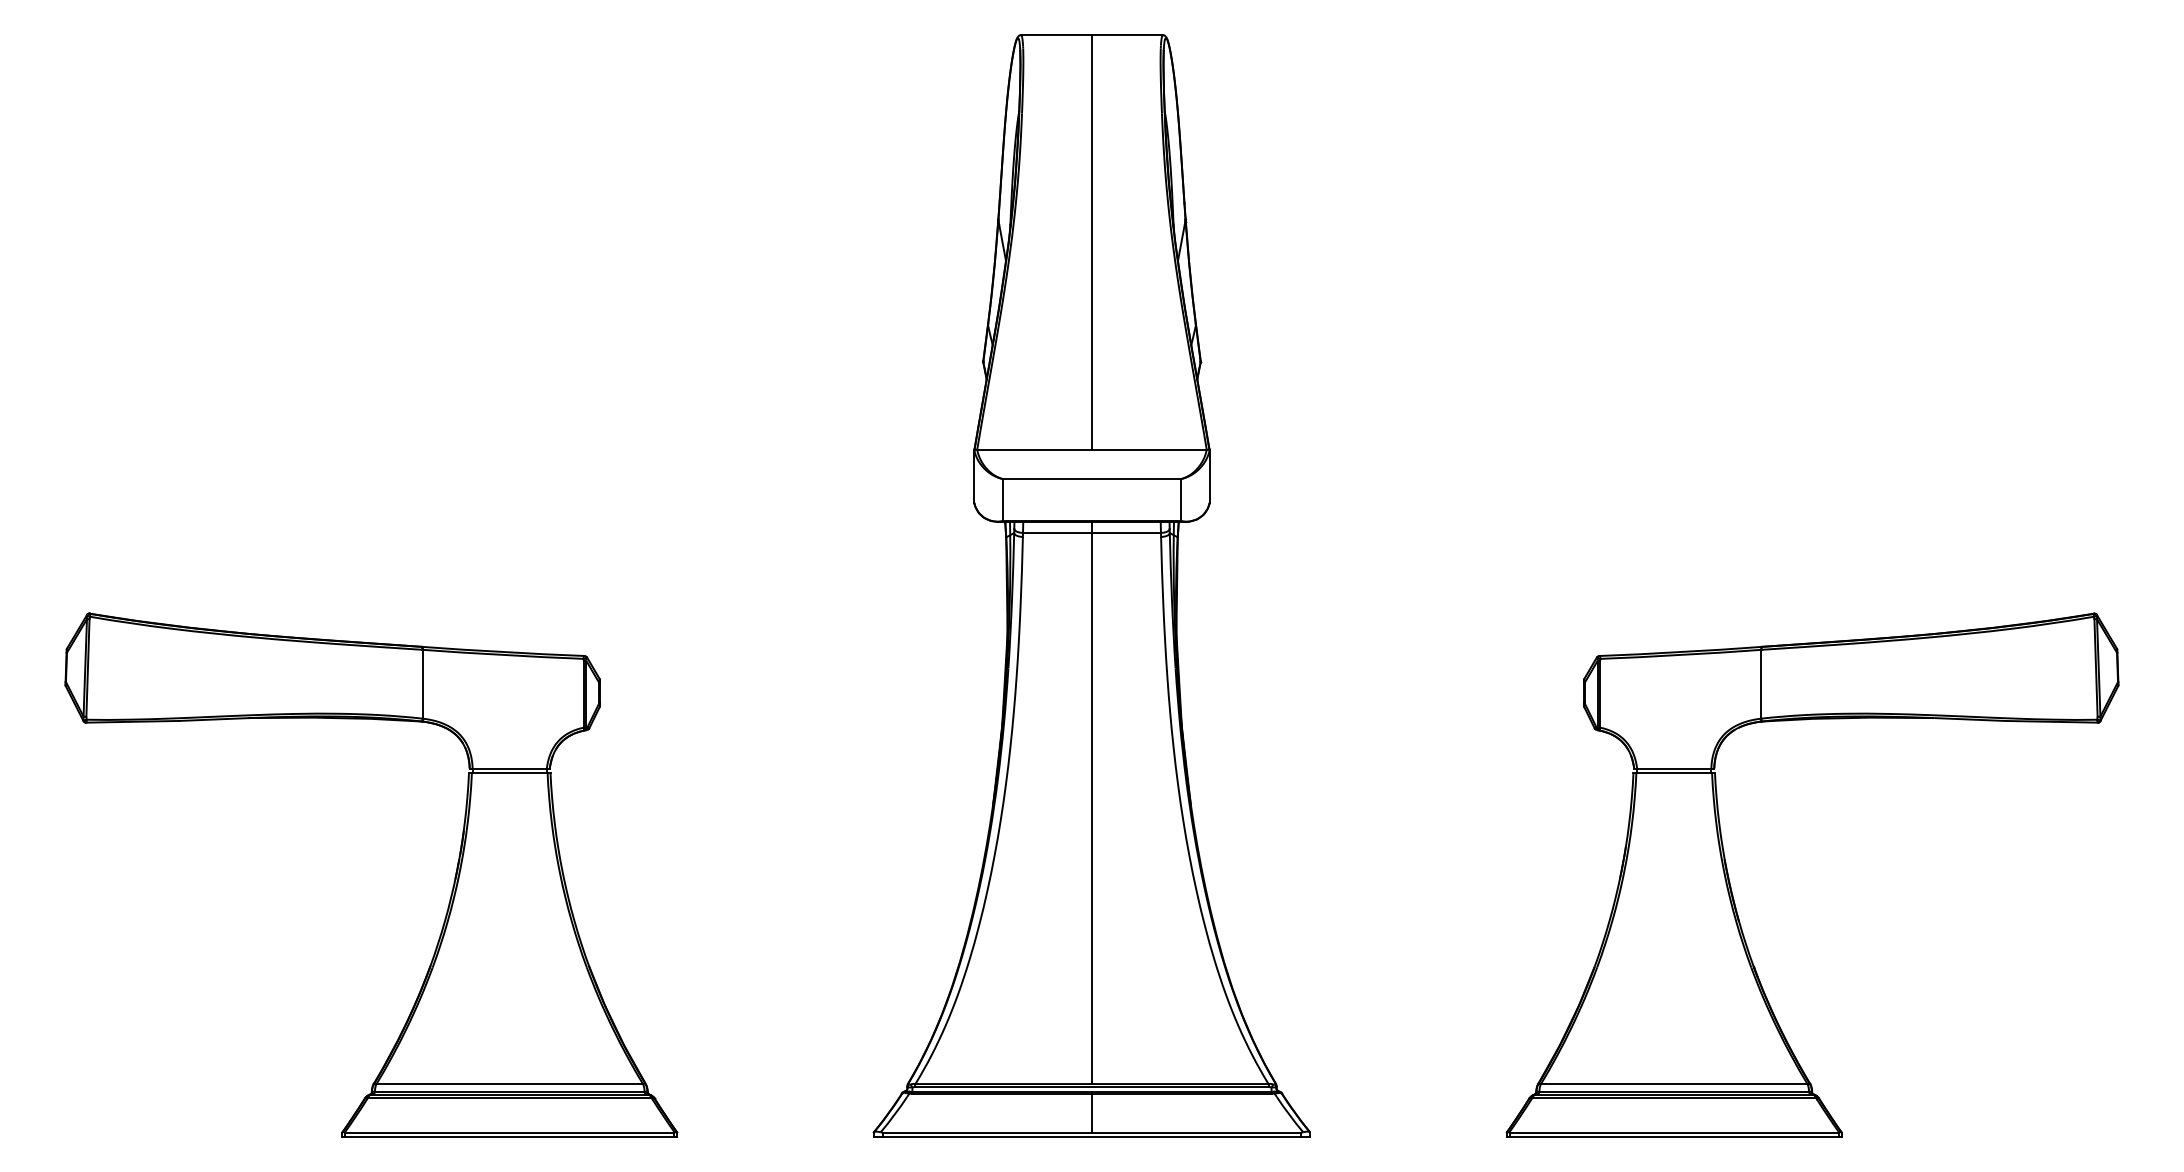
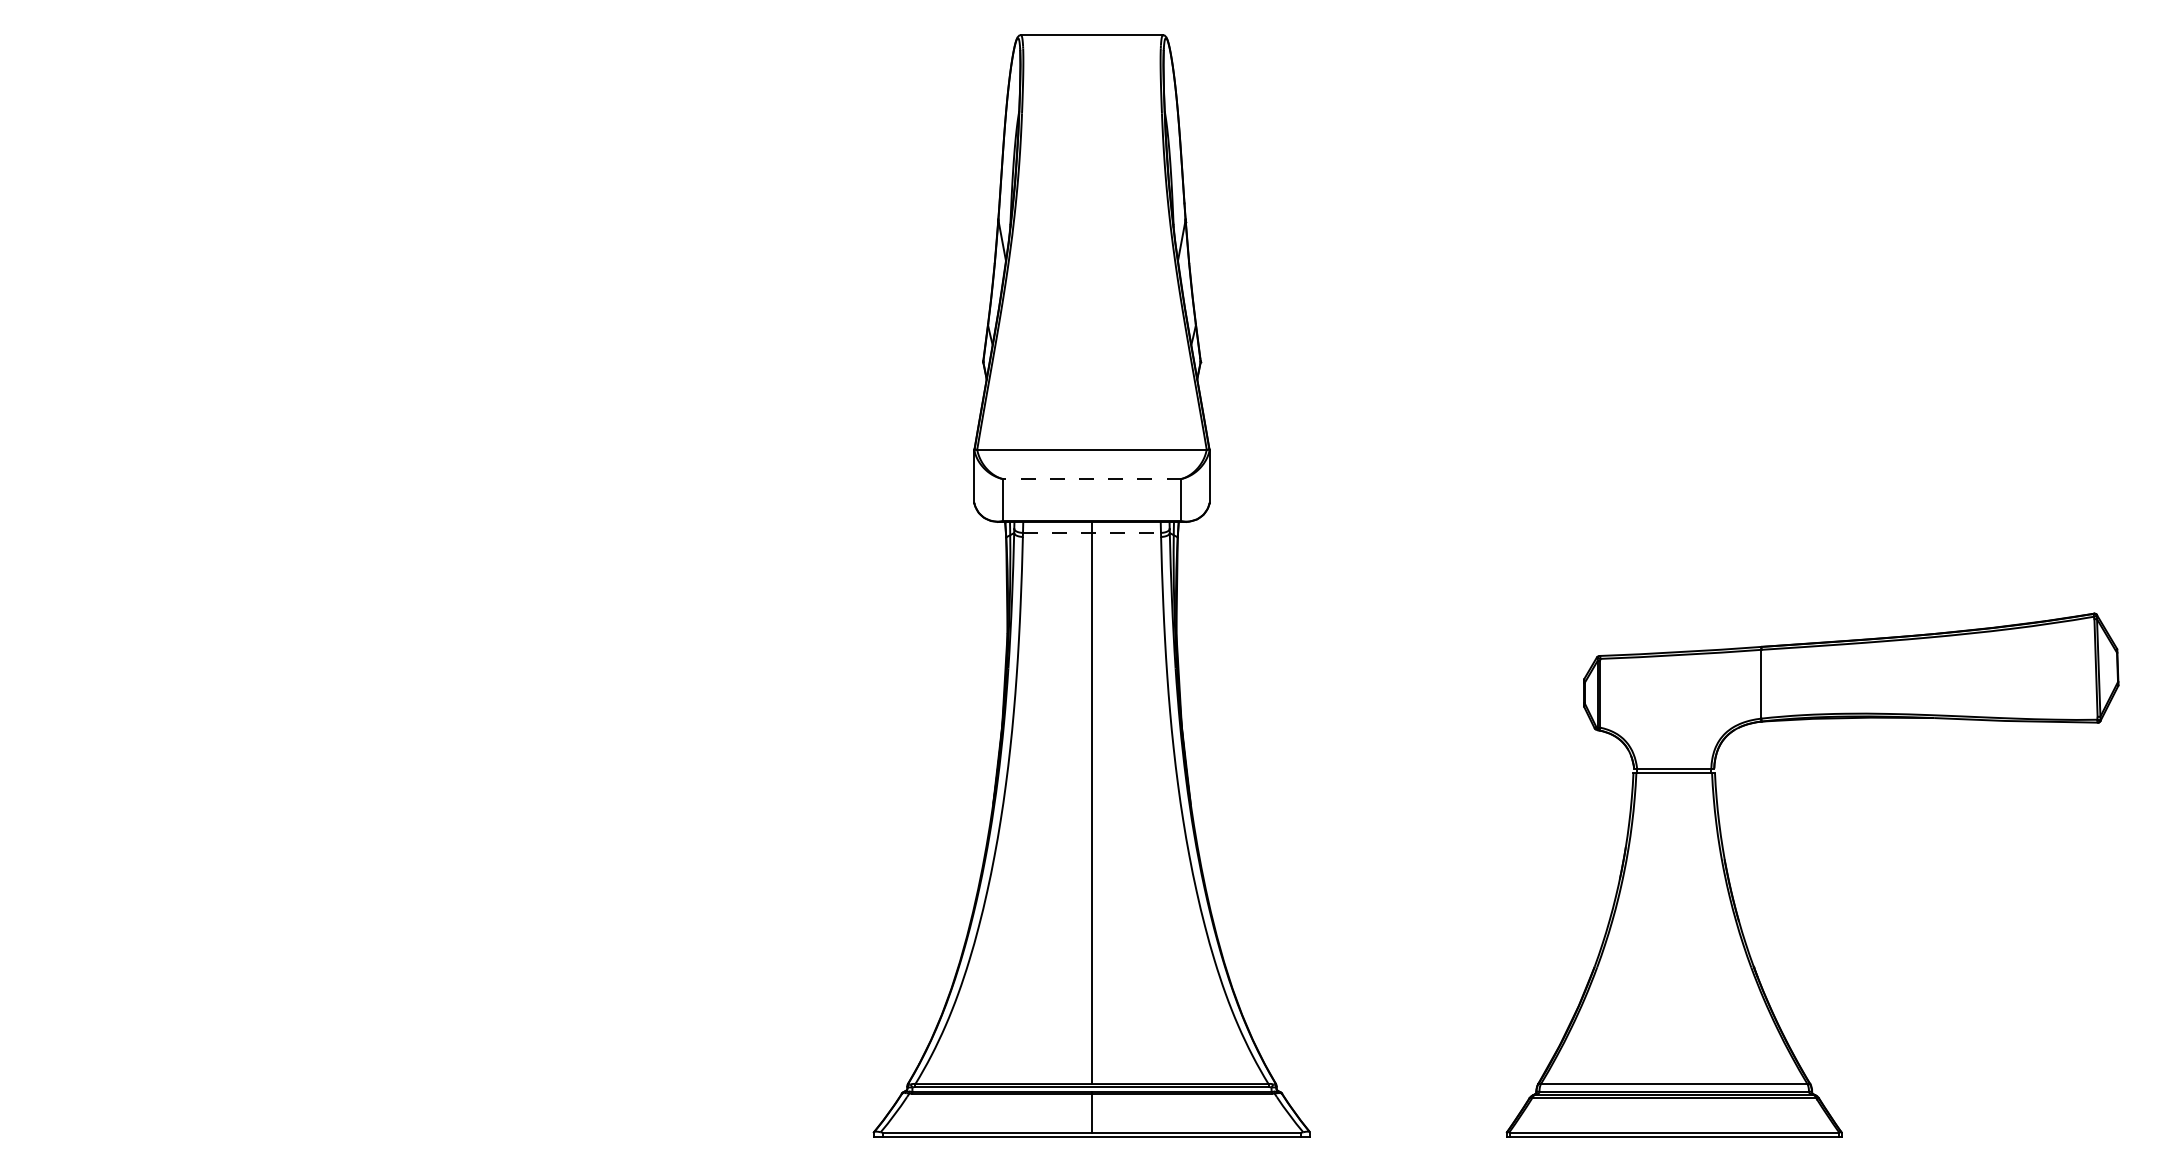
line at (1092, 242): present -> none
line at (1091, 479): solid -> dashed
line at (1092, 532): solid -> dashed
part at (451, 890): present -> none
